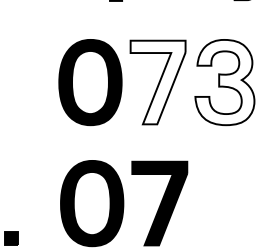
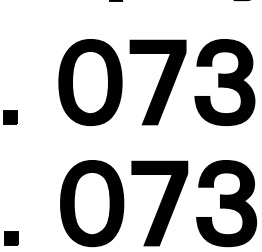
fill at (157, 82): none -> present
fill at (224, 82): none -> present
part at (10, 117): none -> present
part at (226, 203): none -> present
